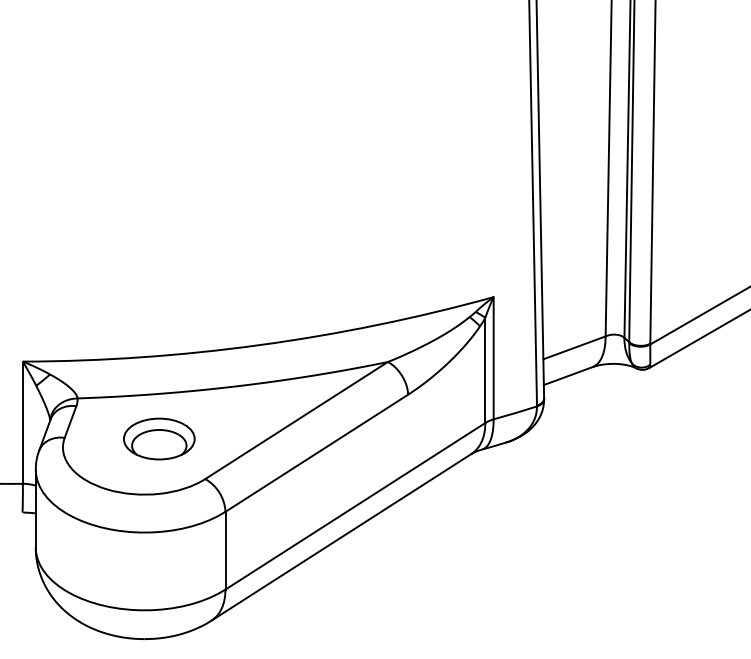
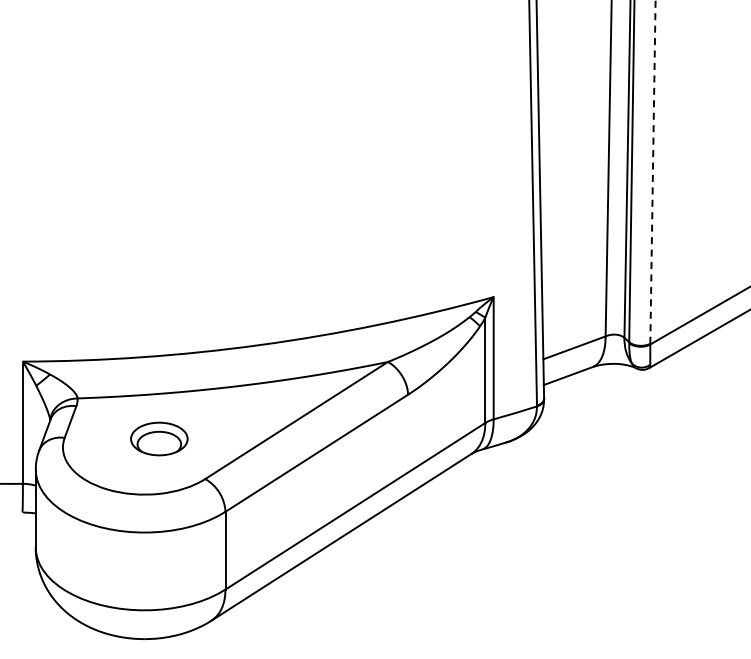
line at (652, 172): solid -> dashed
part at (159, 438) size: 73x44 px -> 59x36 px
